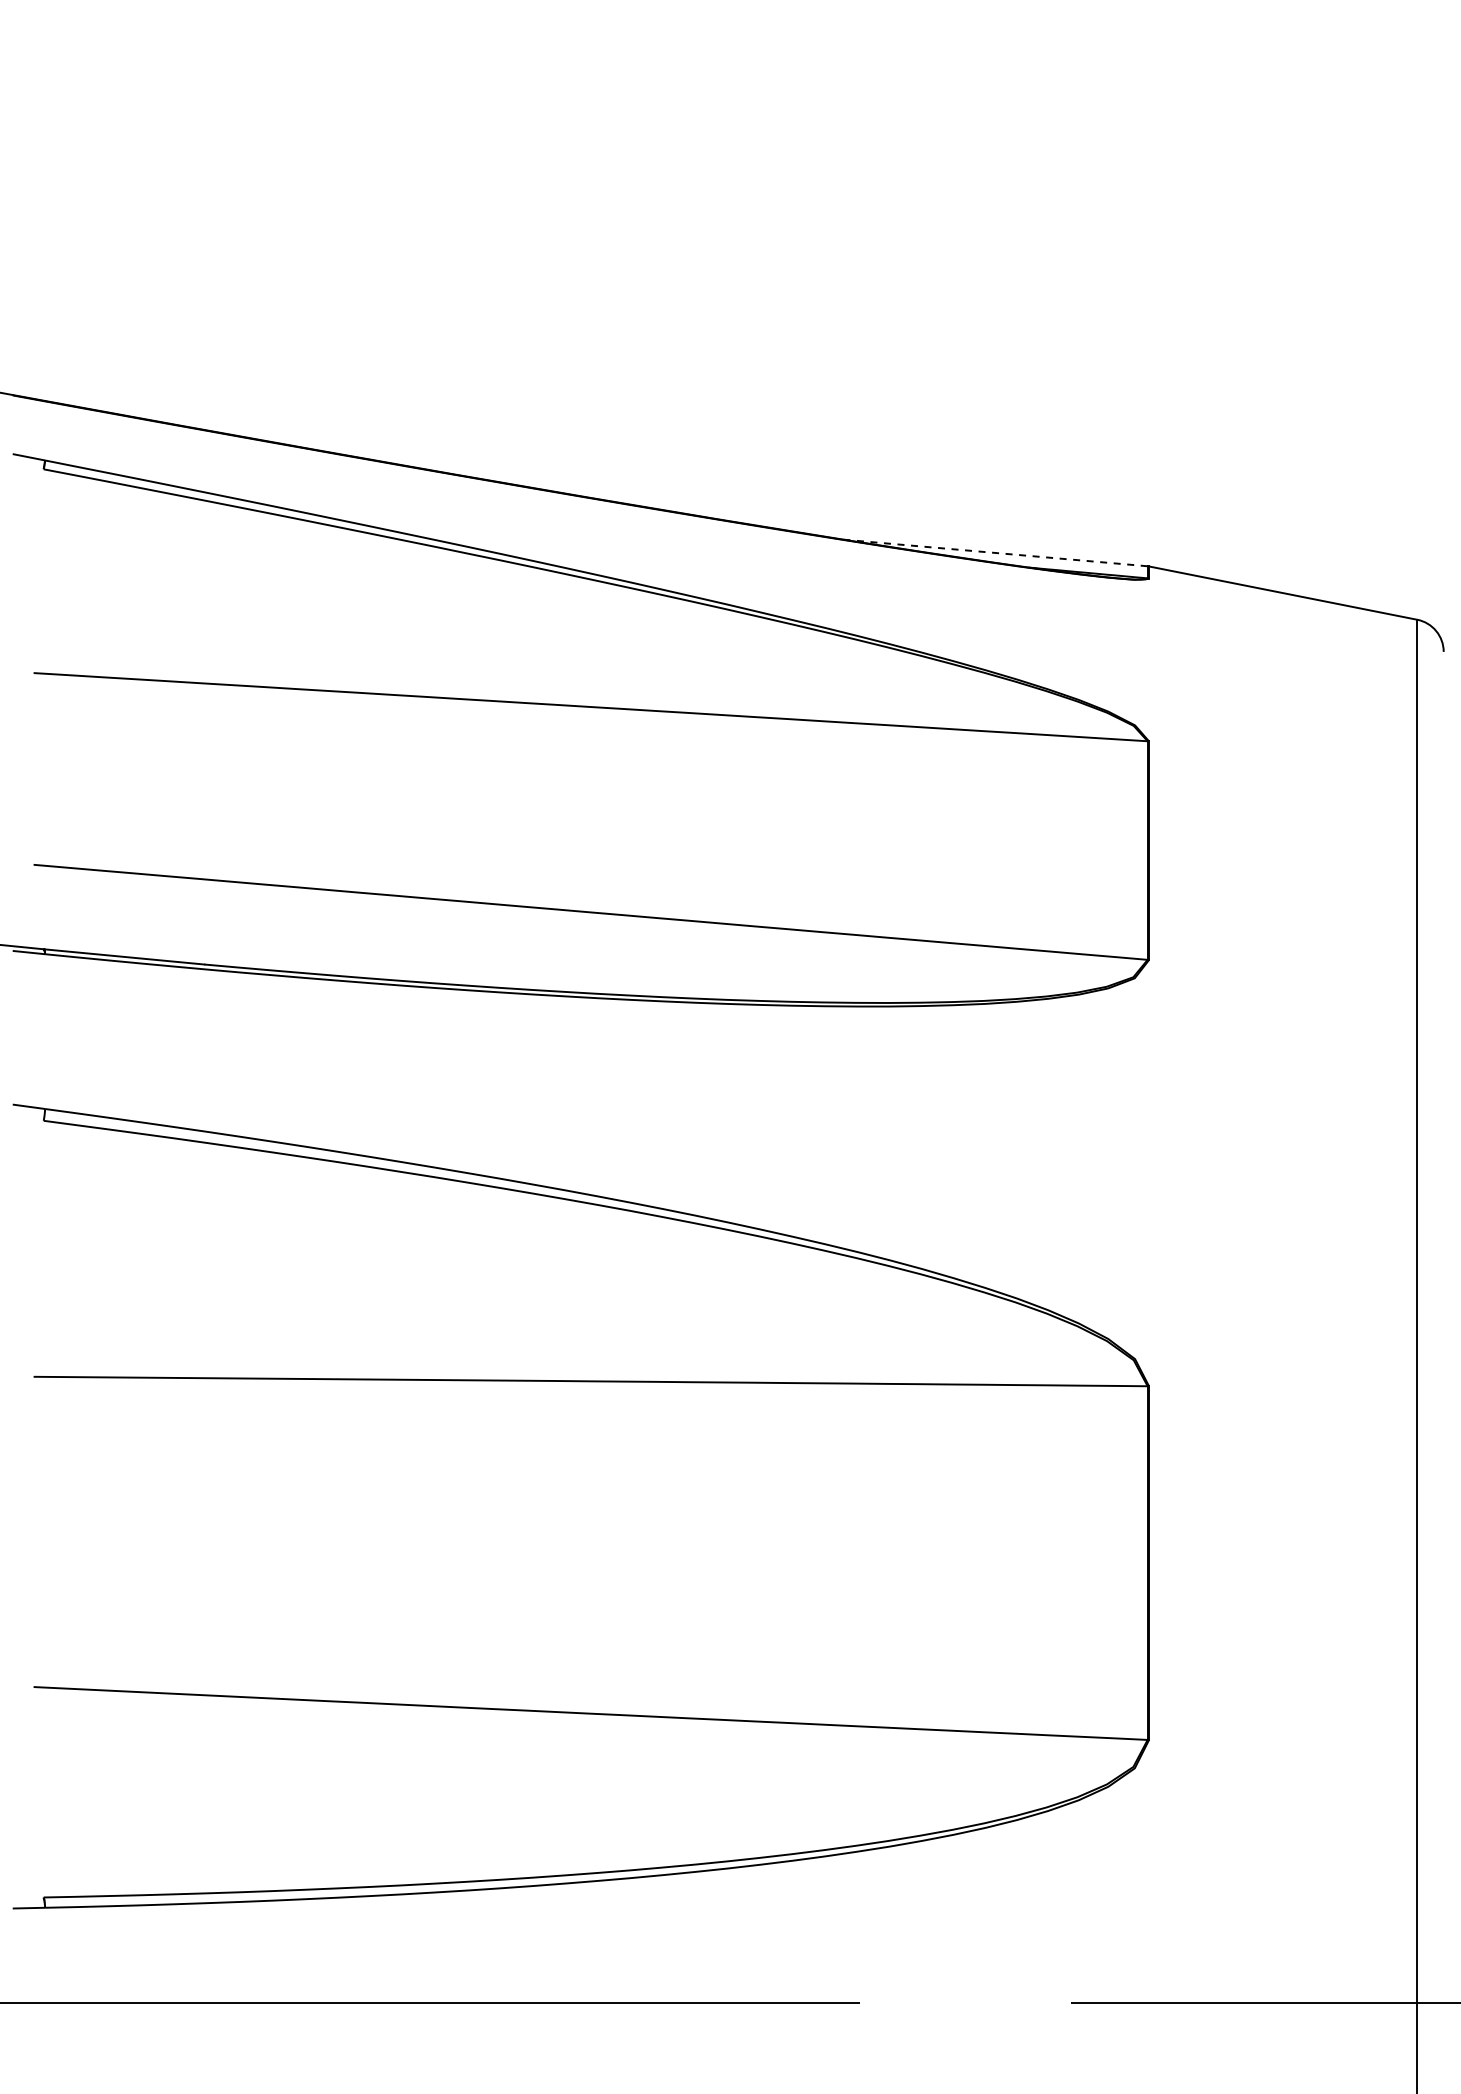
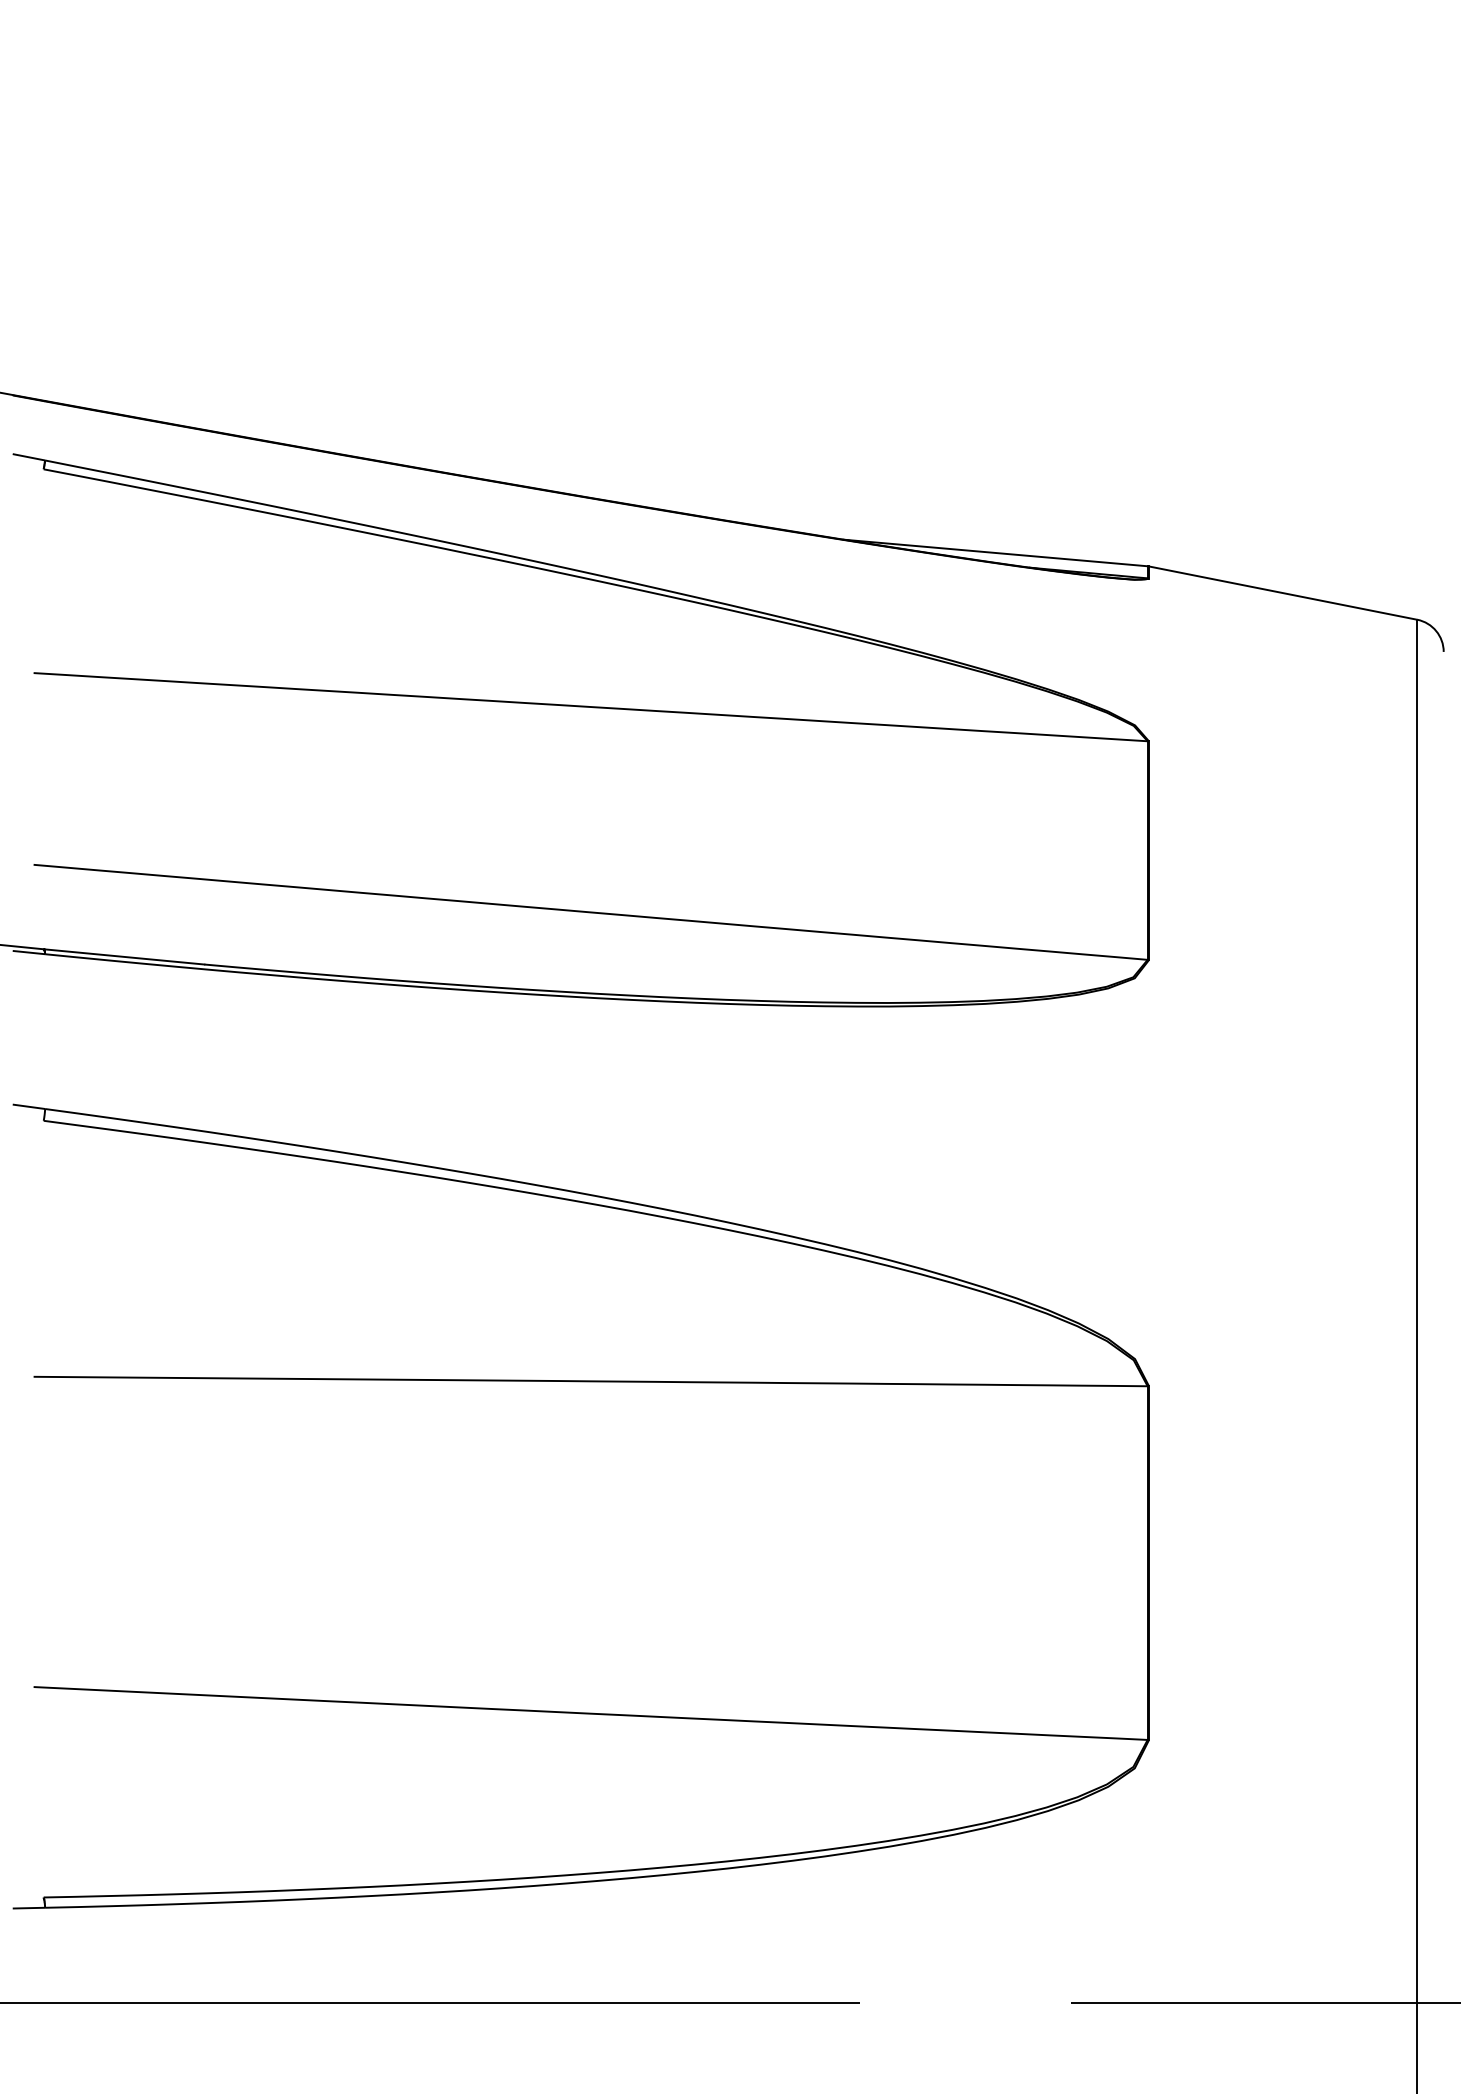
line at (995, 552): dashed -> solid
